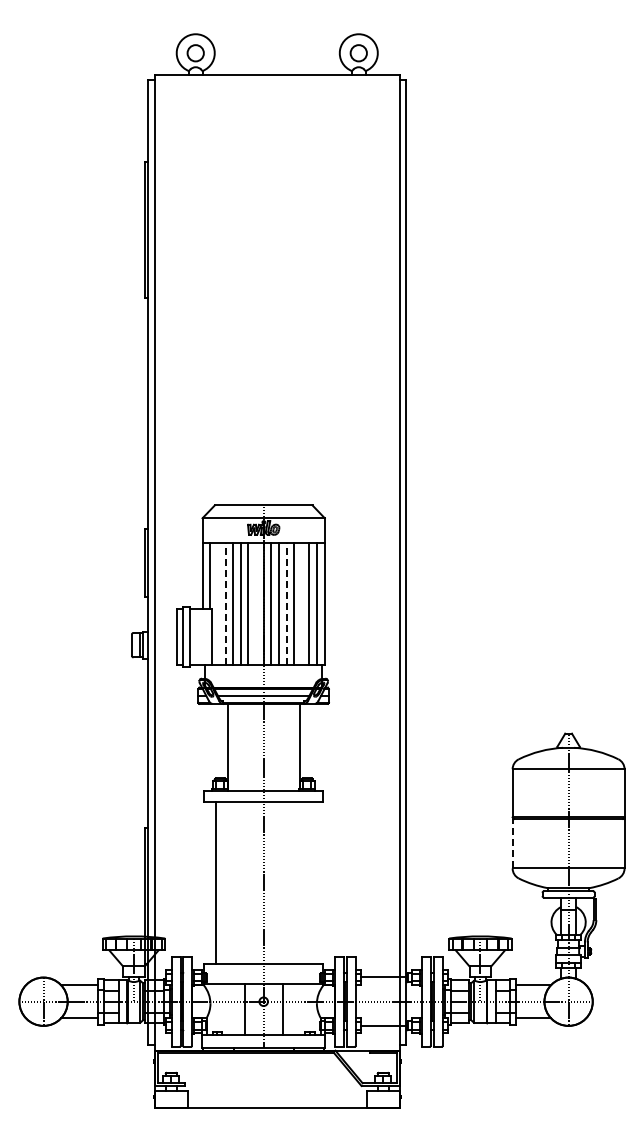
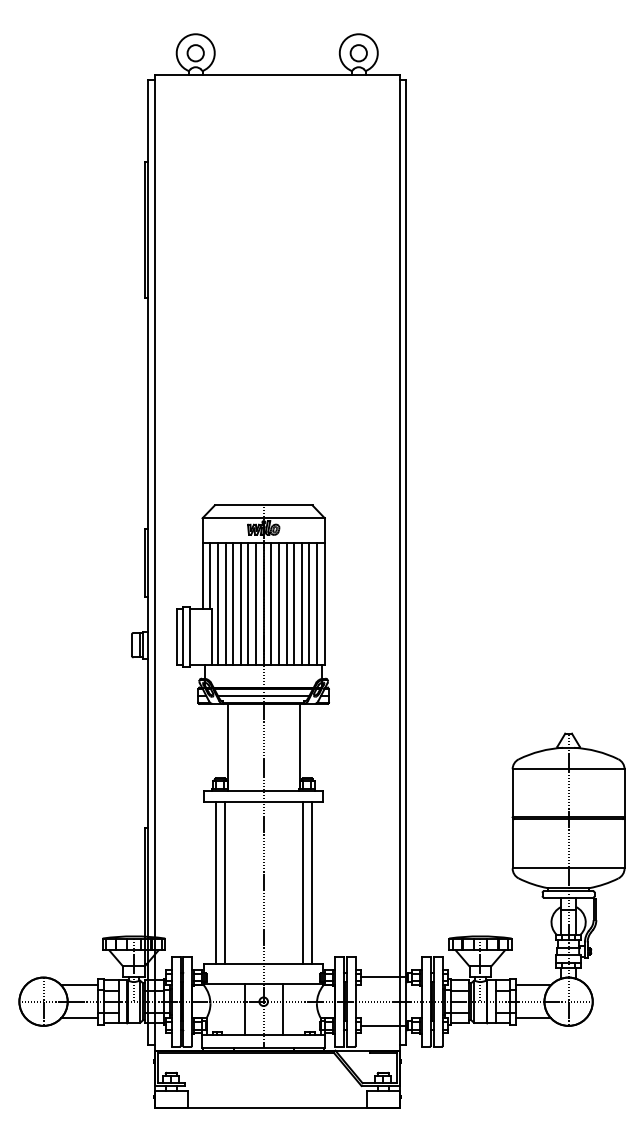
line at (225, 603): dashed -> solid
line at (286, 603): dashed -> solid
line at (217, 604): none -> present
line at (256, 604): none -> present
line at (301, 604): none -> present
line at (512, 843): dashed -> solid
line at (224, 882): none -> present
line at (302, 882): none -> present
line at (311, 882): none -> present
